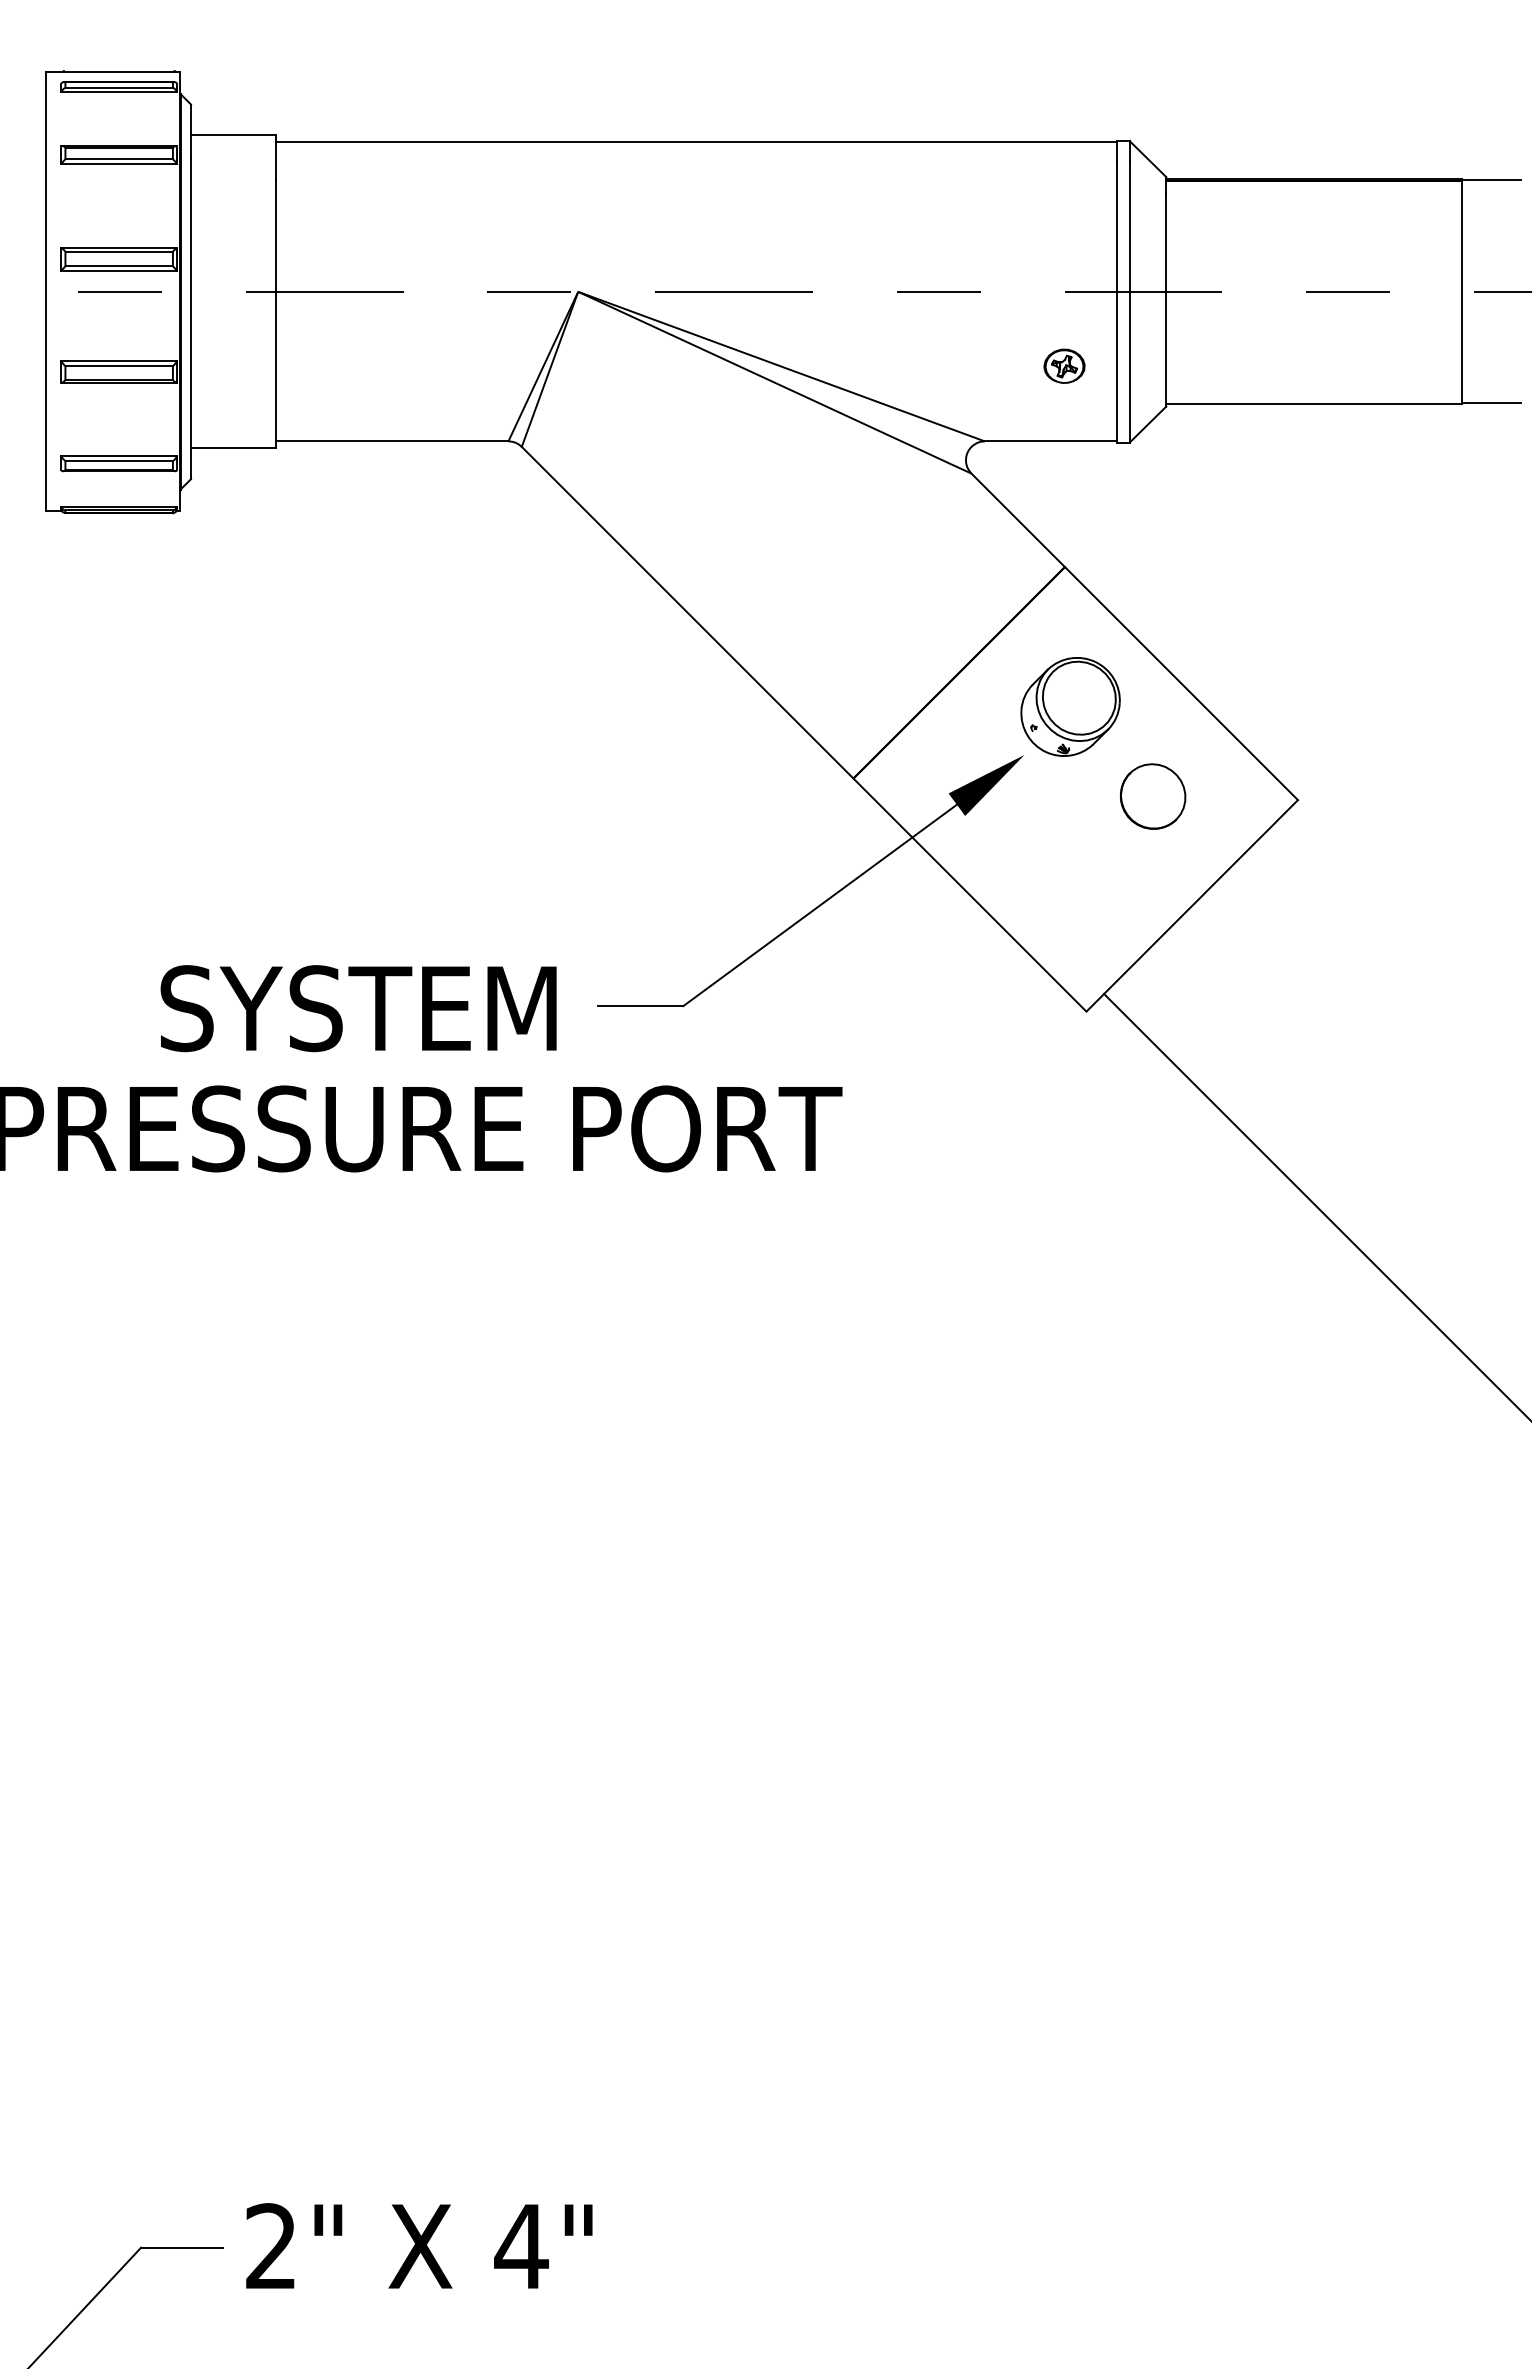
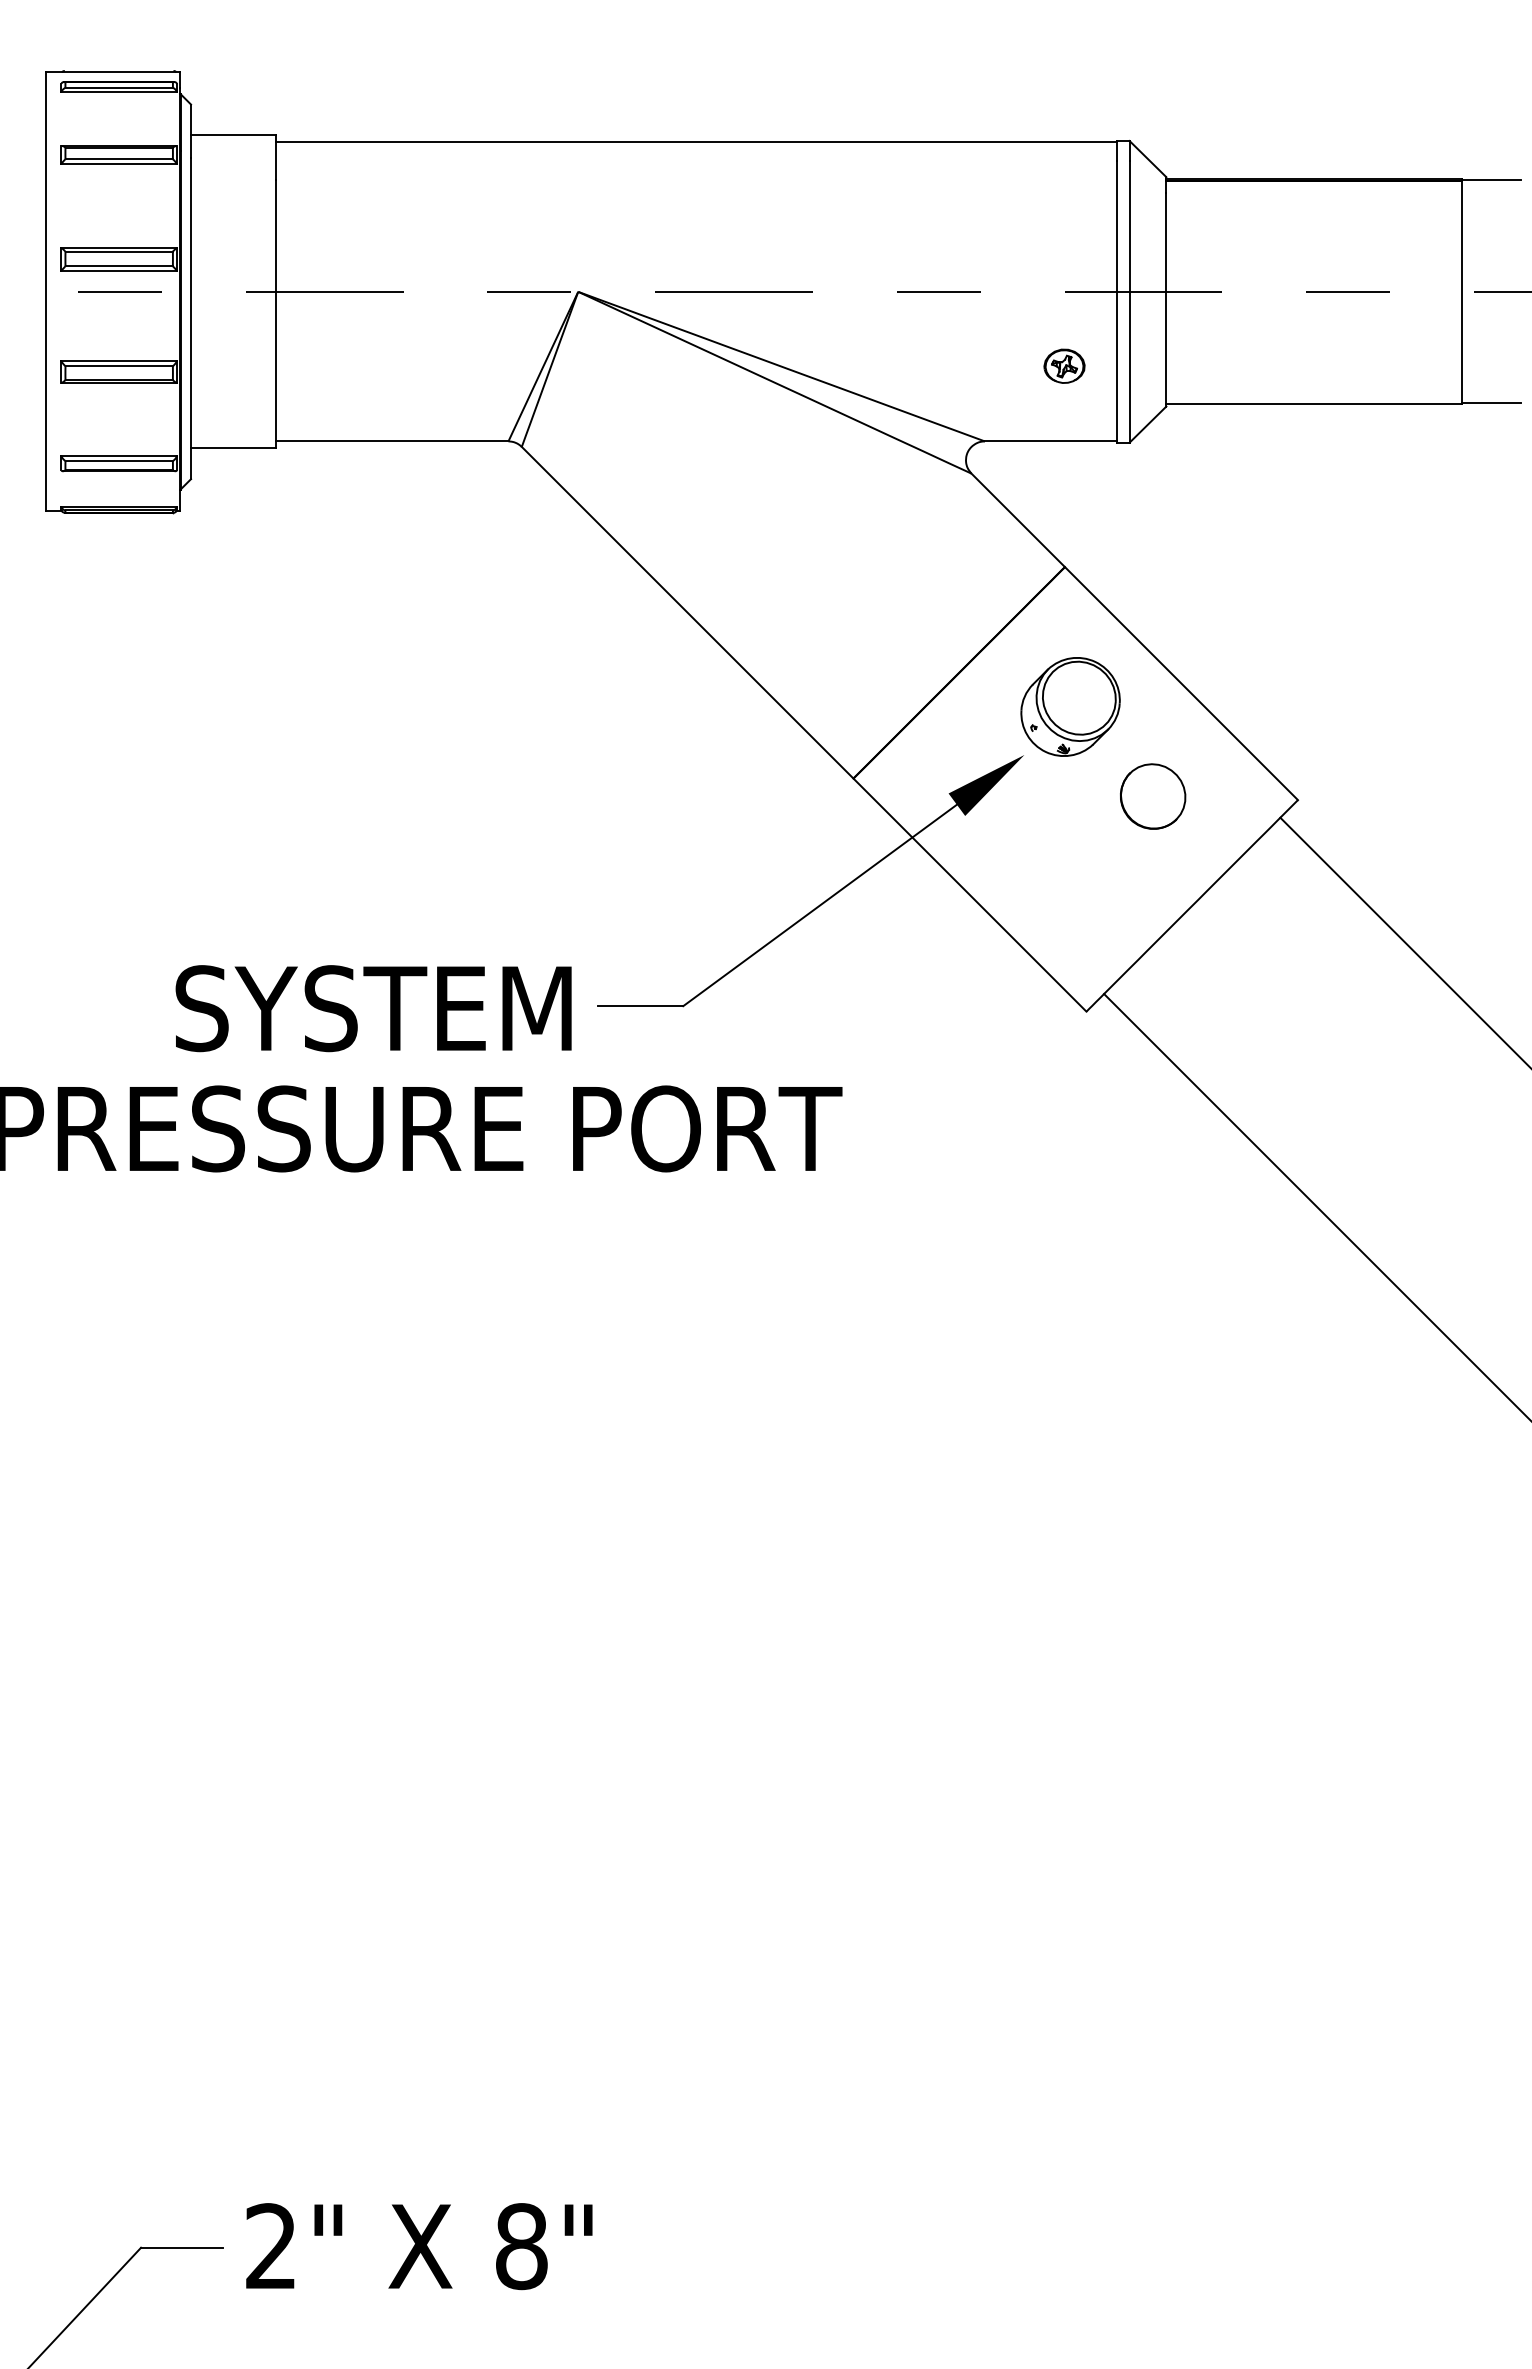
line at (1404, 941): none -> present
text at (358, 1008) position: (358, 1008) -> (373, 1008)
text at (521, 2246): 4" -> 8"
